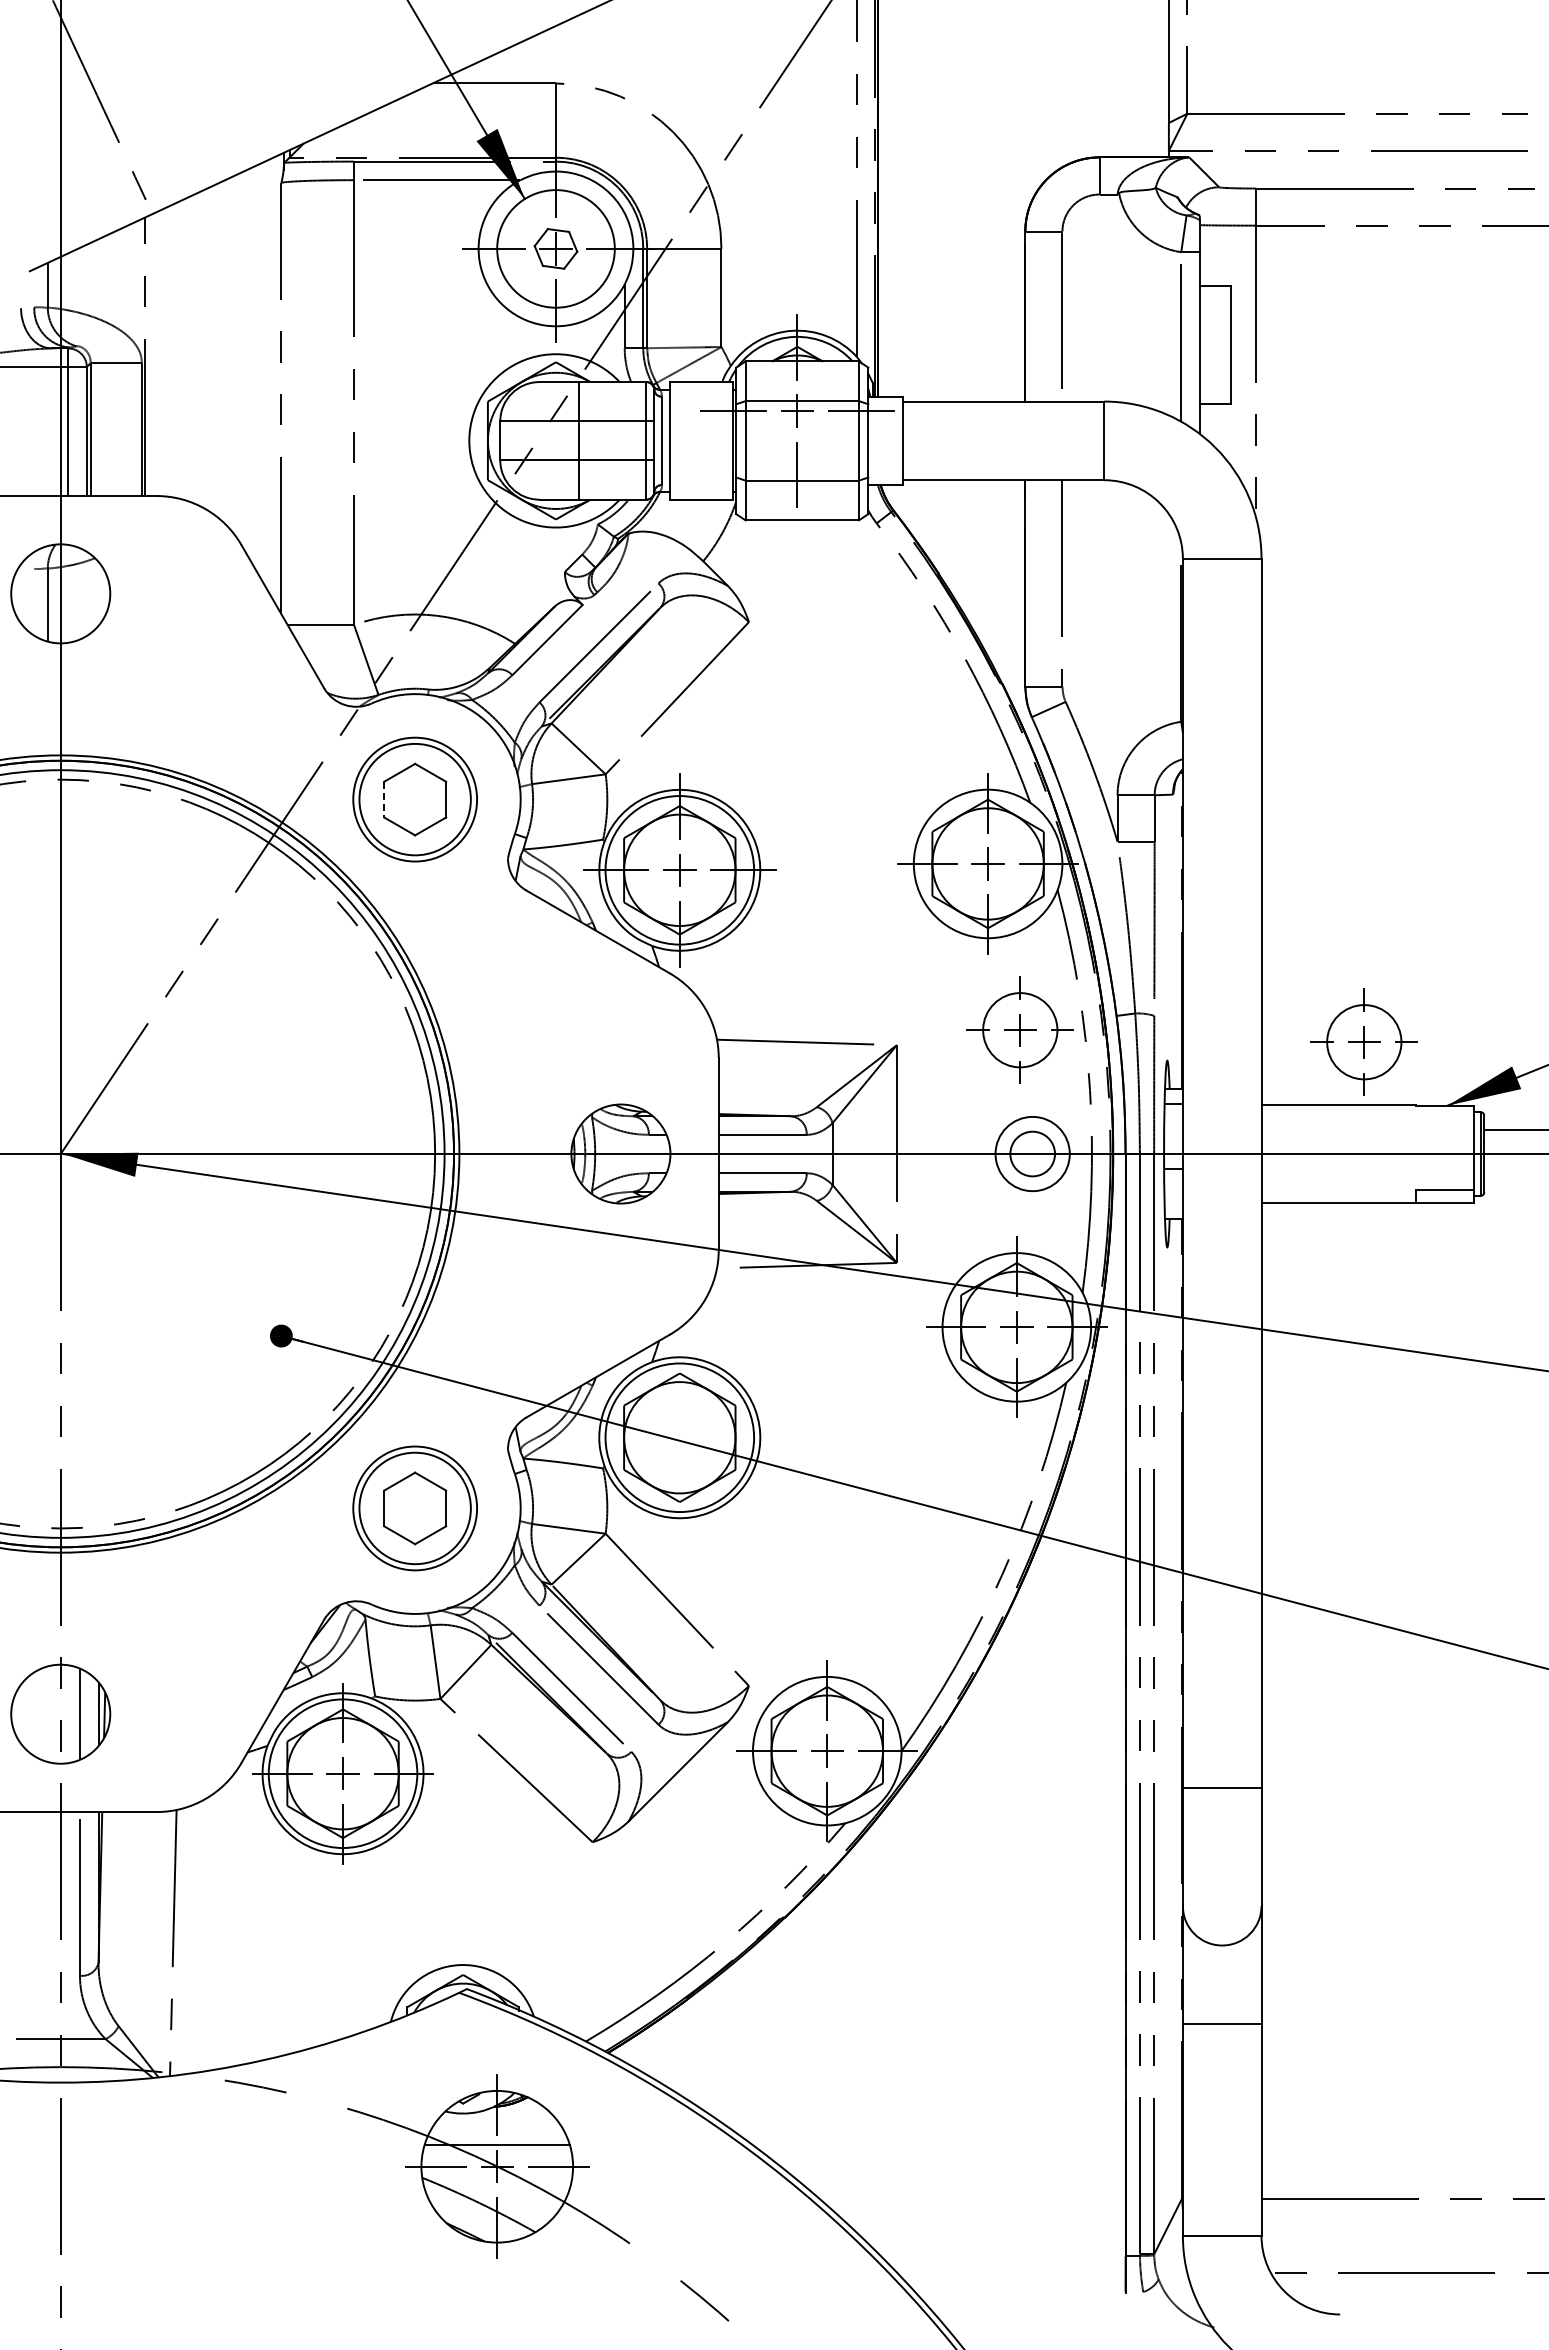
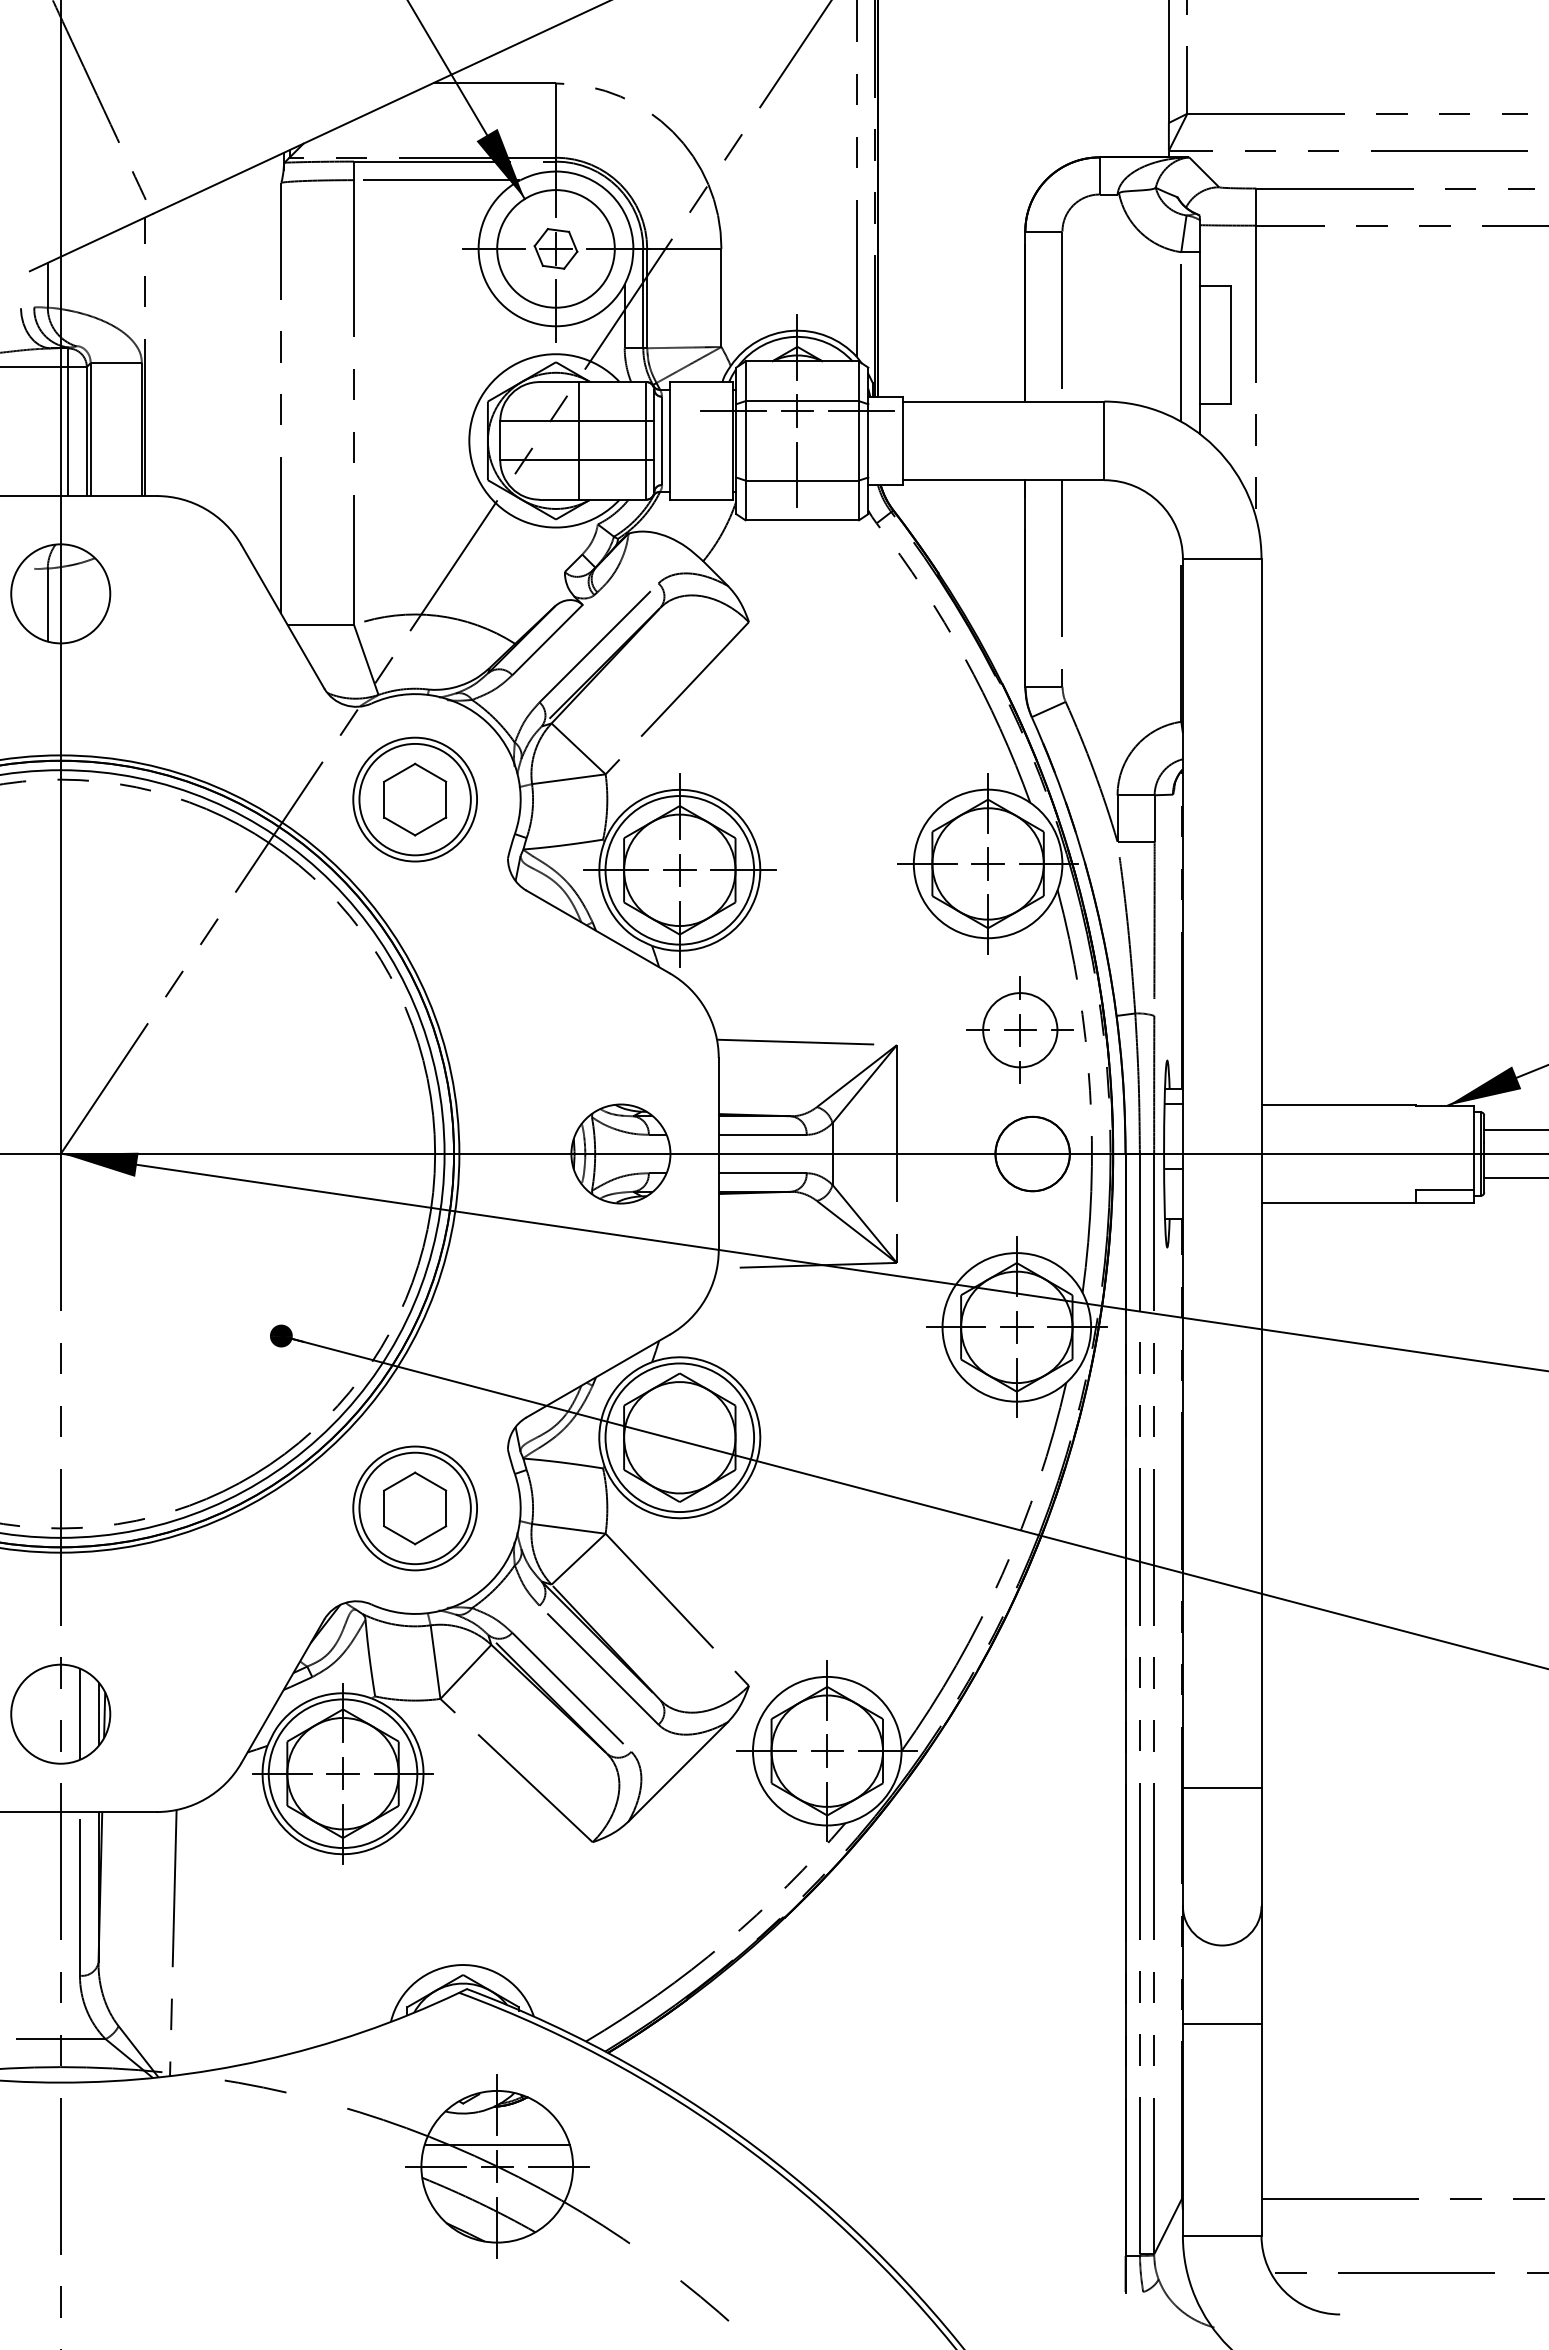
line at (384, 799): dashed -> solid
part at (1363, 1041): present -> none
circle at (1032, 1153) diameter: 45 px -> 74 px
line at (1514, 1178): none -> present
